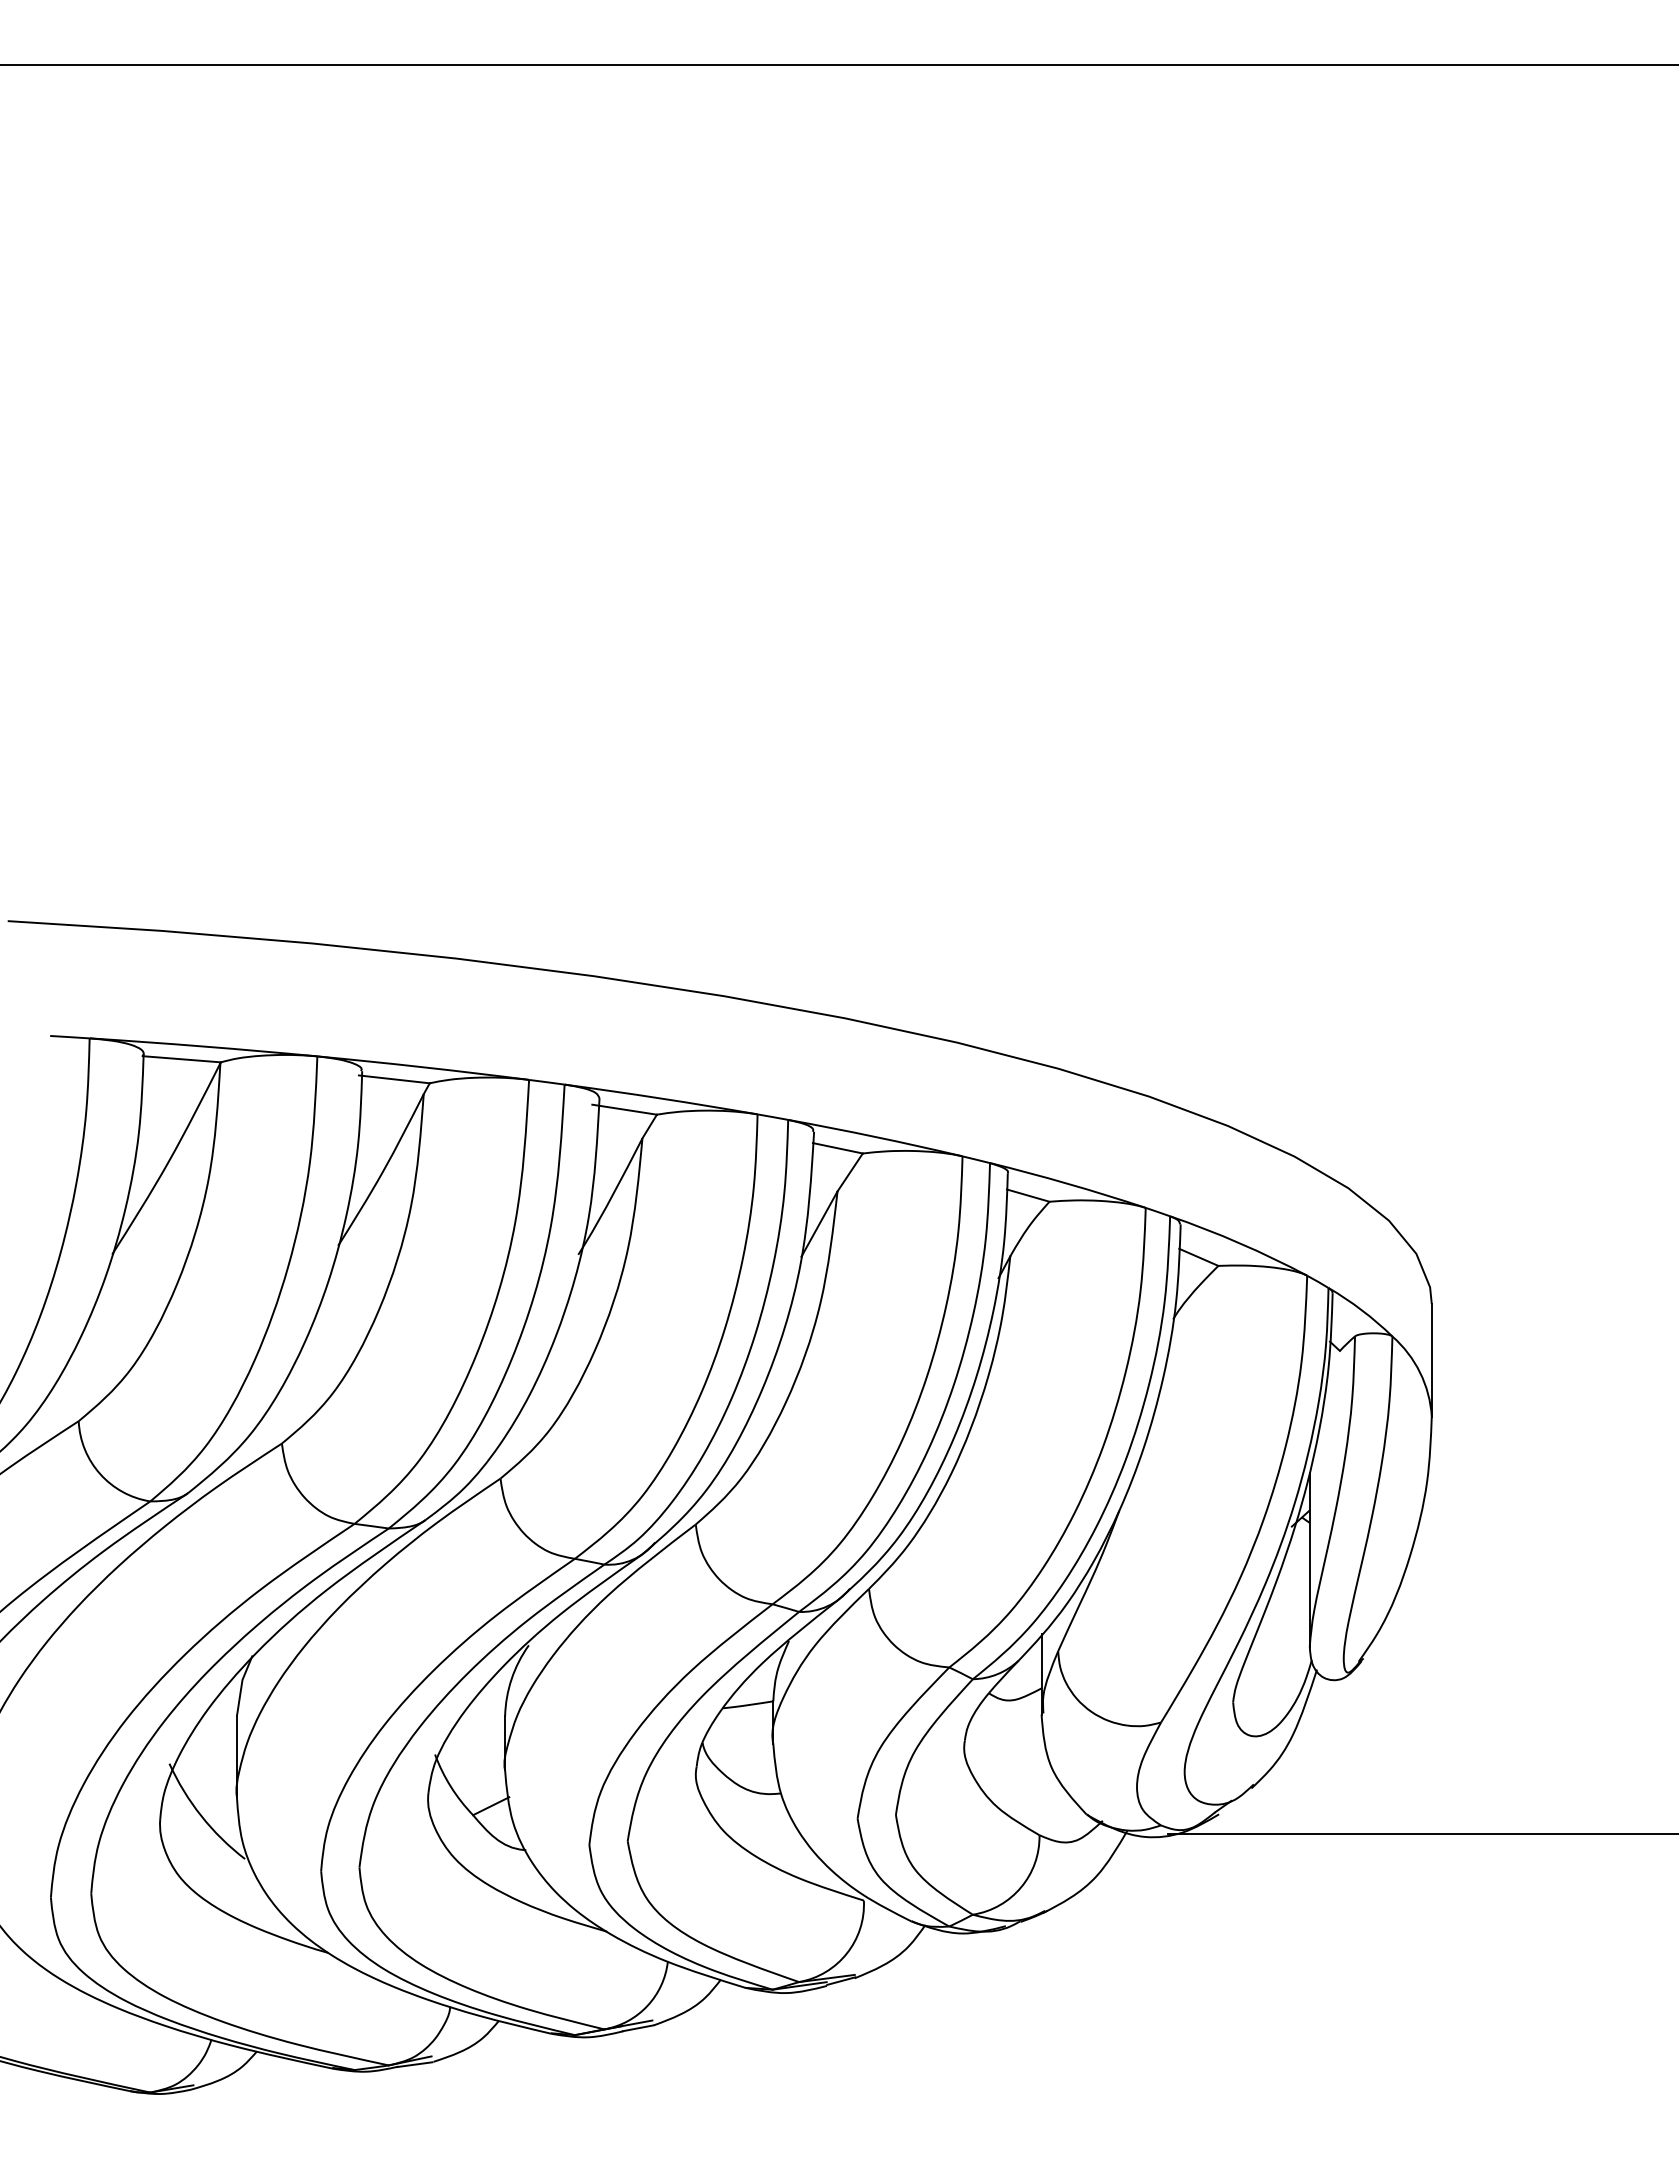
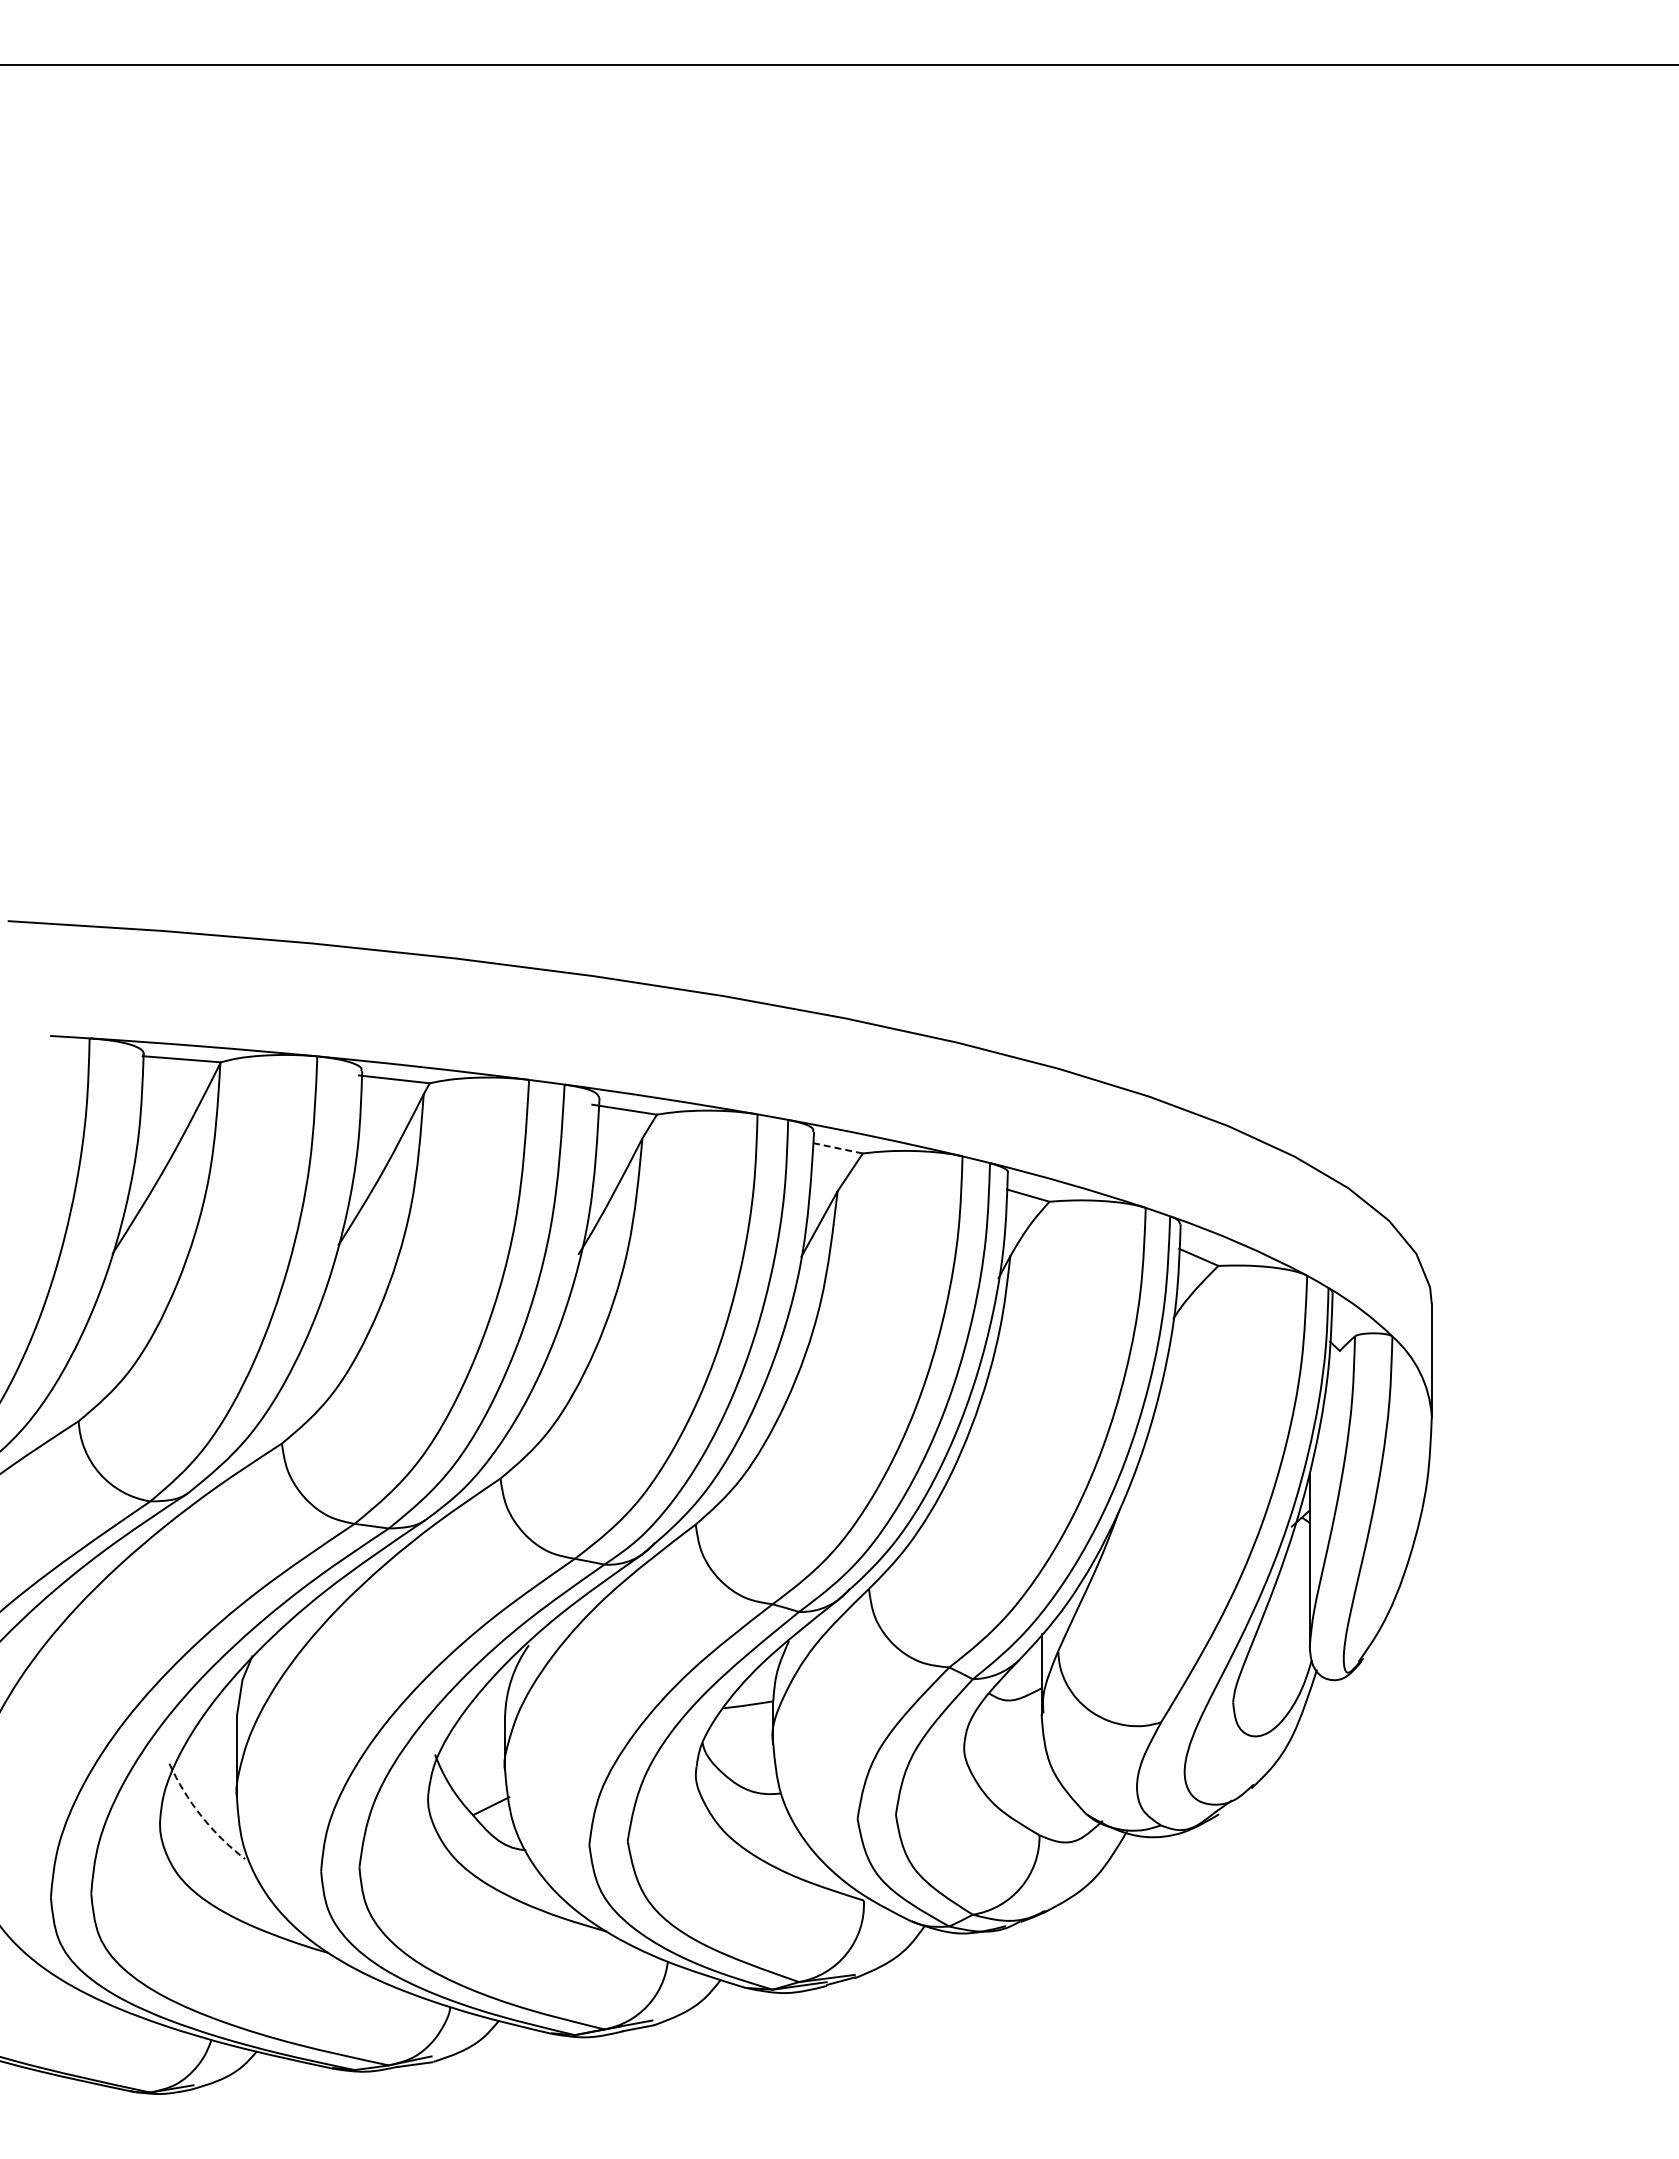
line at (838, 1148): solid -> dashed
arc at (201, 1816): solid -> dashed
line at (1421, 1834): present -> none
